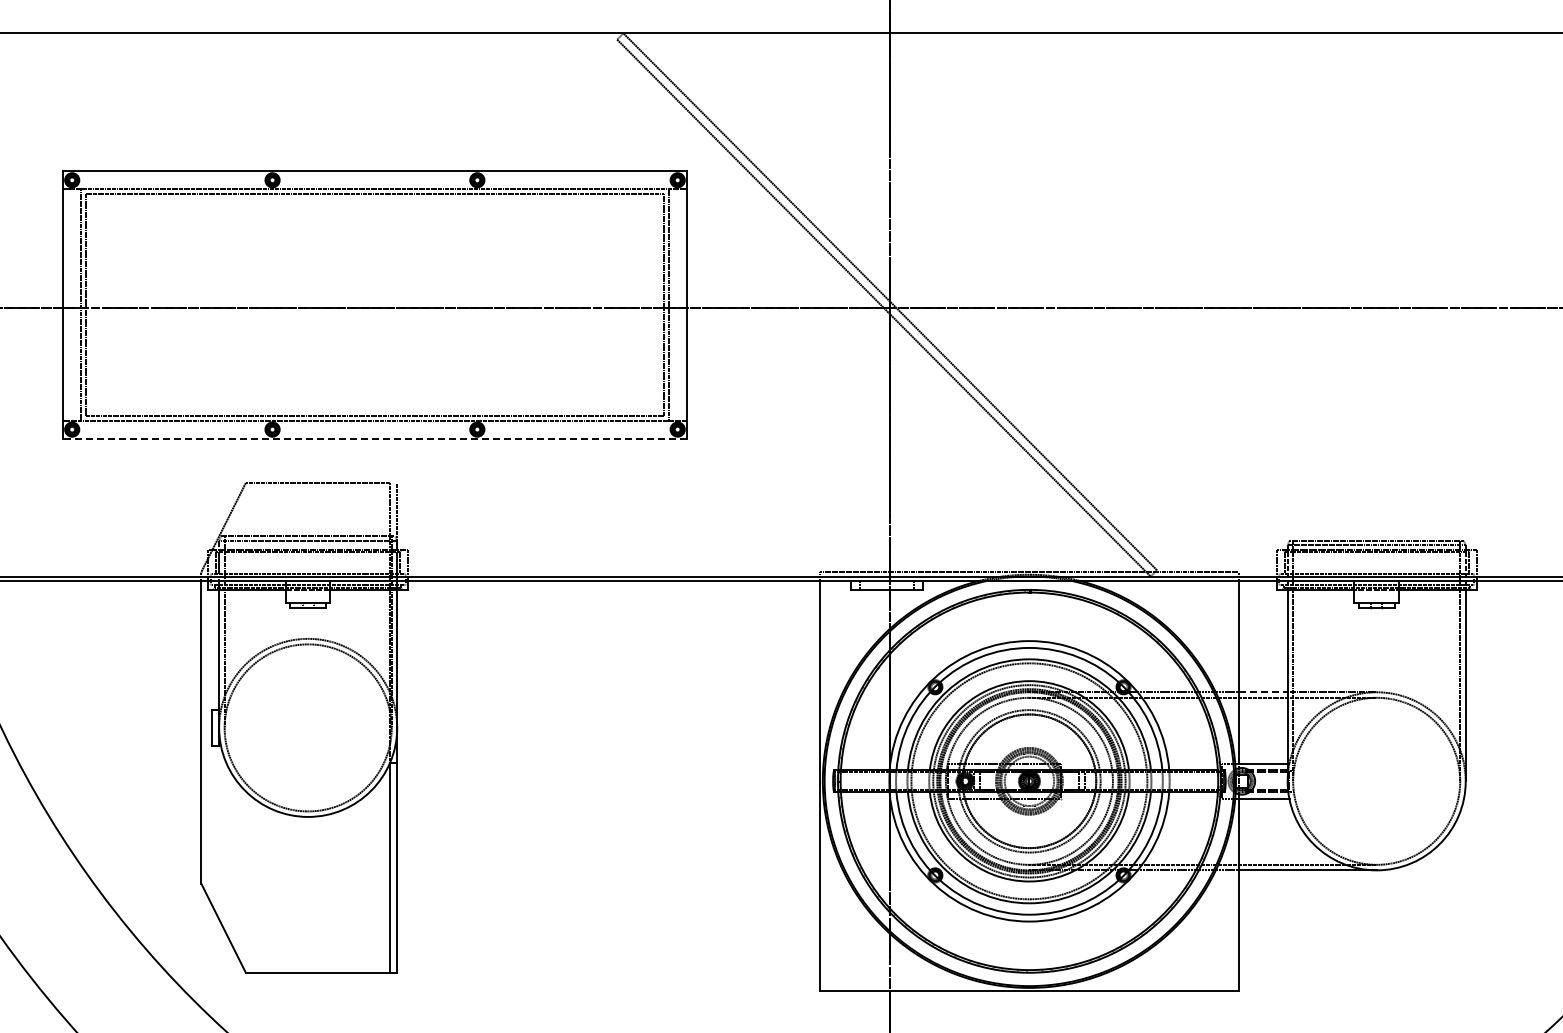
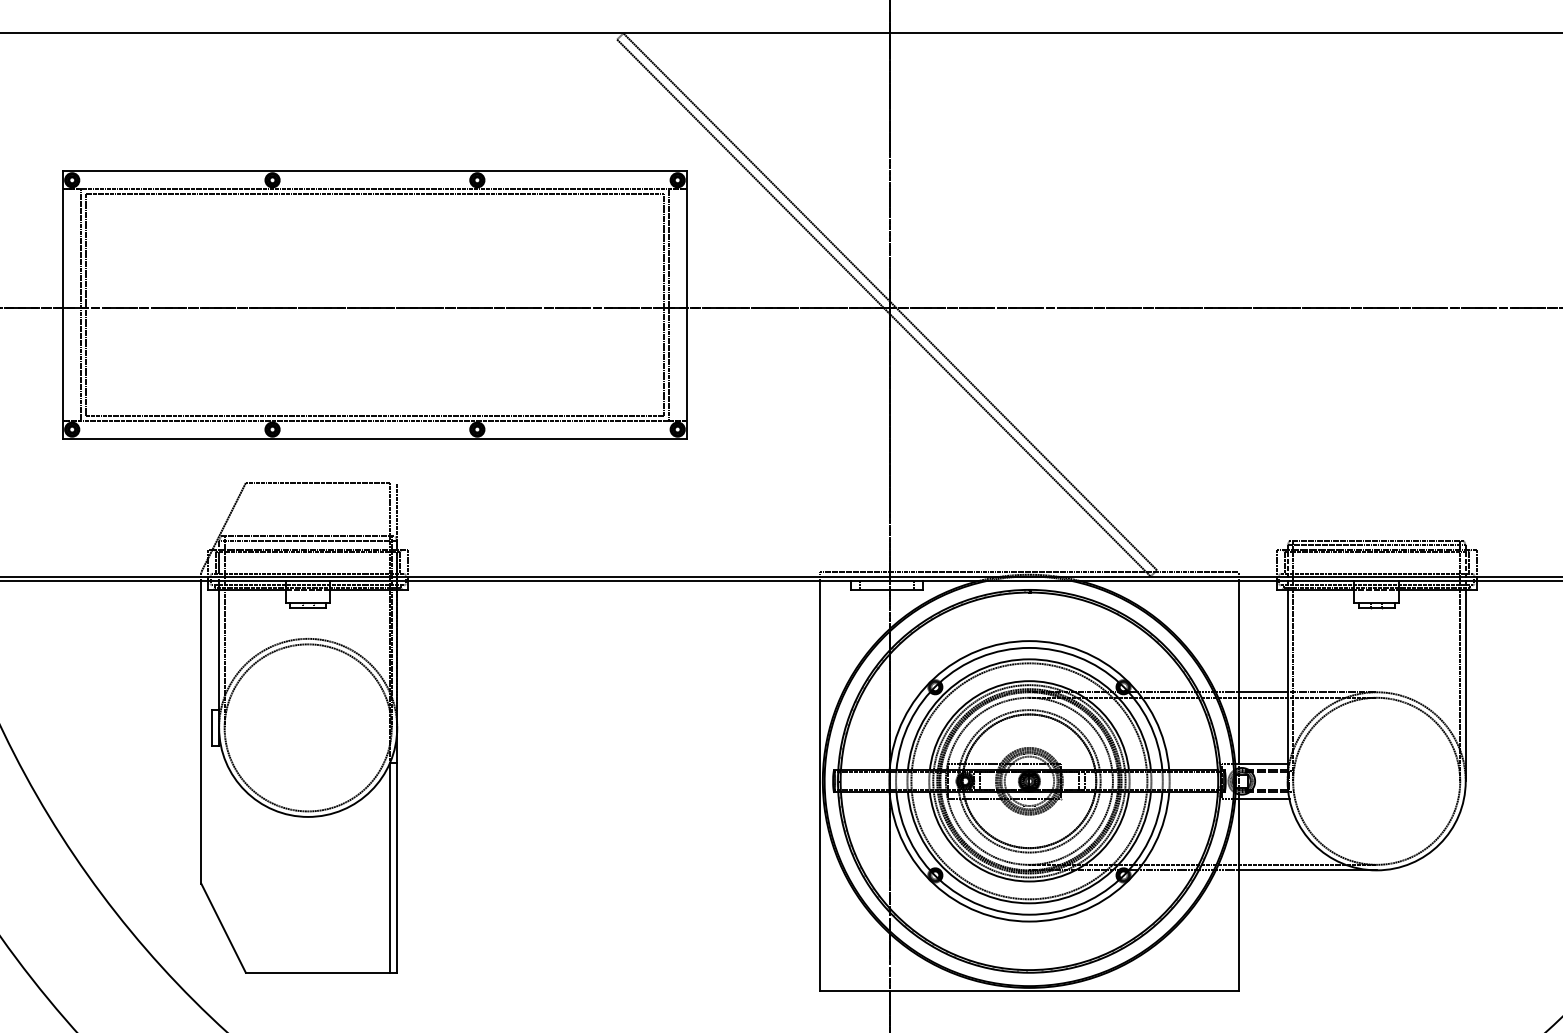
line at (374, 438): dashed -> solid
line at (1263, 692): dashed -> solid
